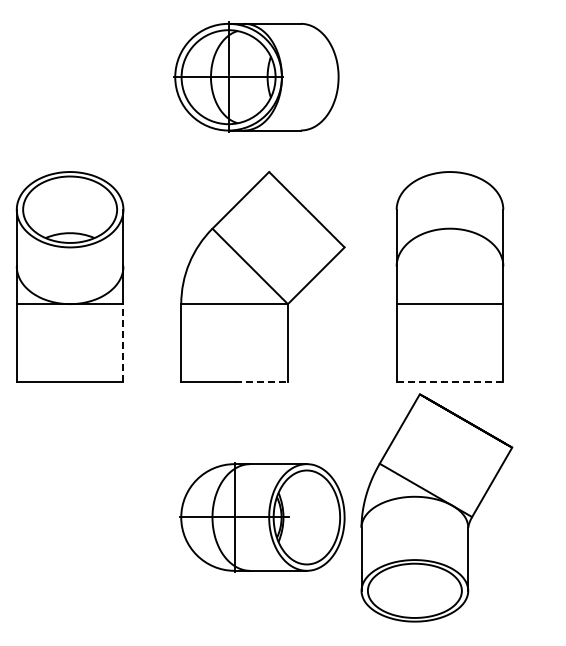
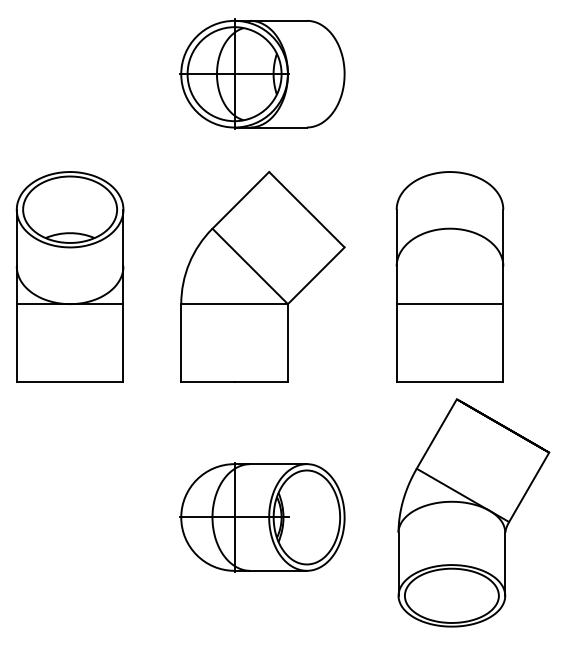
part at (256, 76) position: (256, 76) -> (262, 73)
line at (123, 342): dashed -> solid
line at (261, 381): dashed -> solid
line at (450, 381): dashed -> solid
part at (436, 507) position: (436, 507) -> (473, 512)
